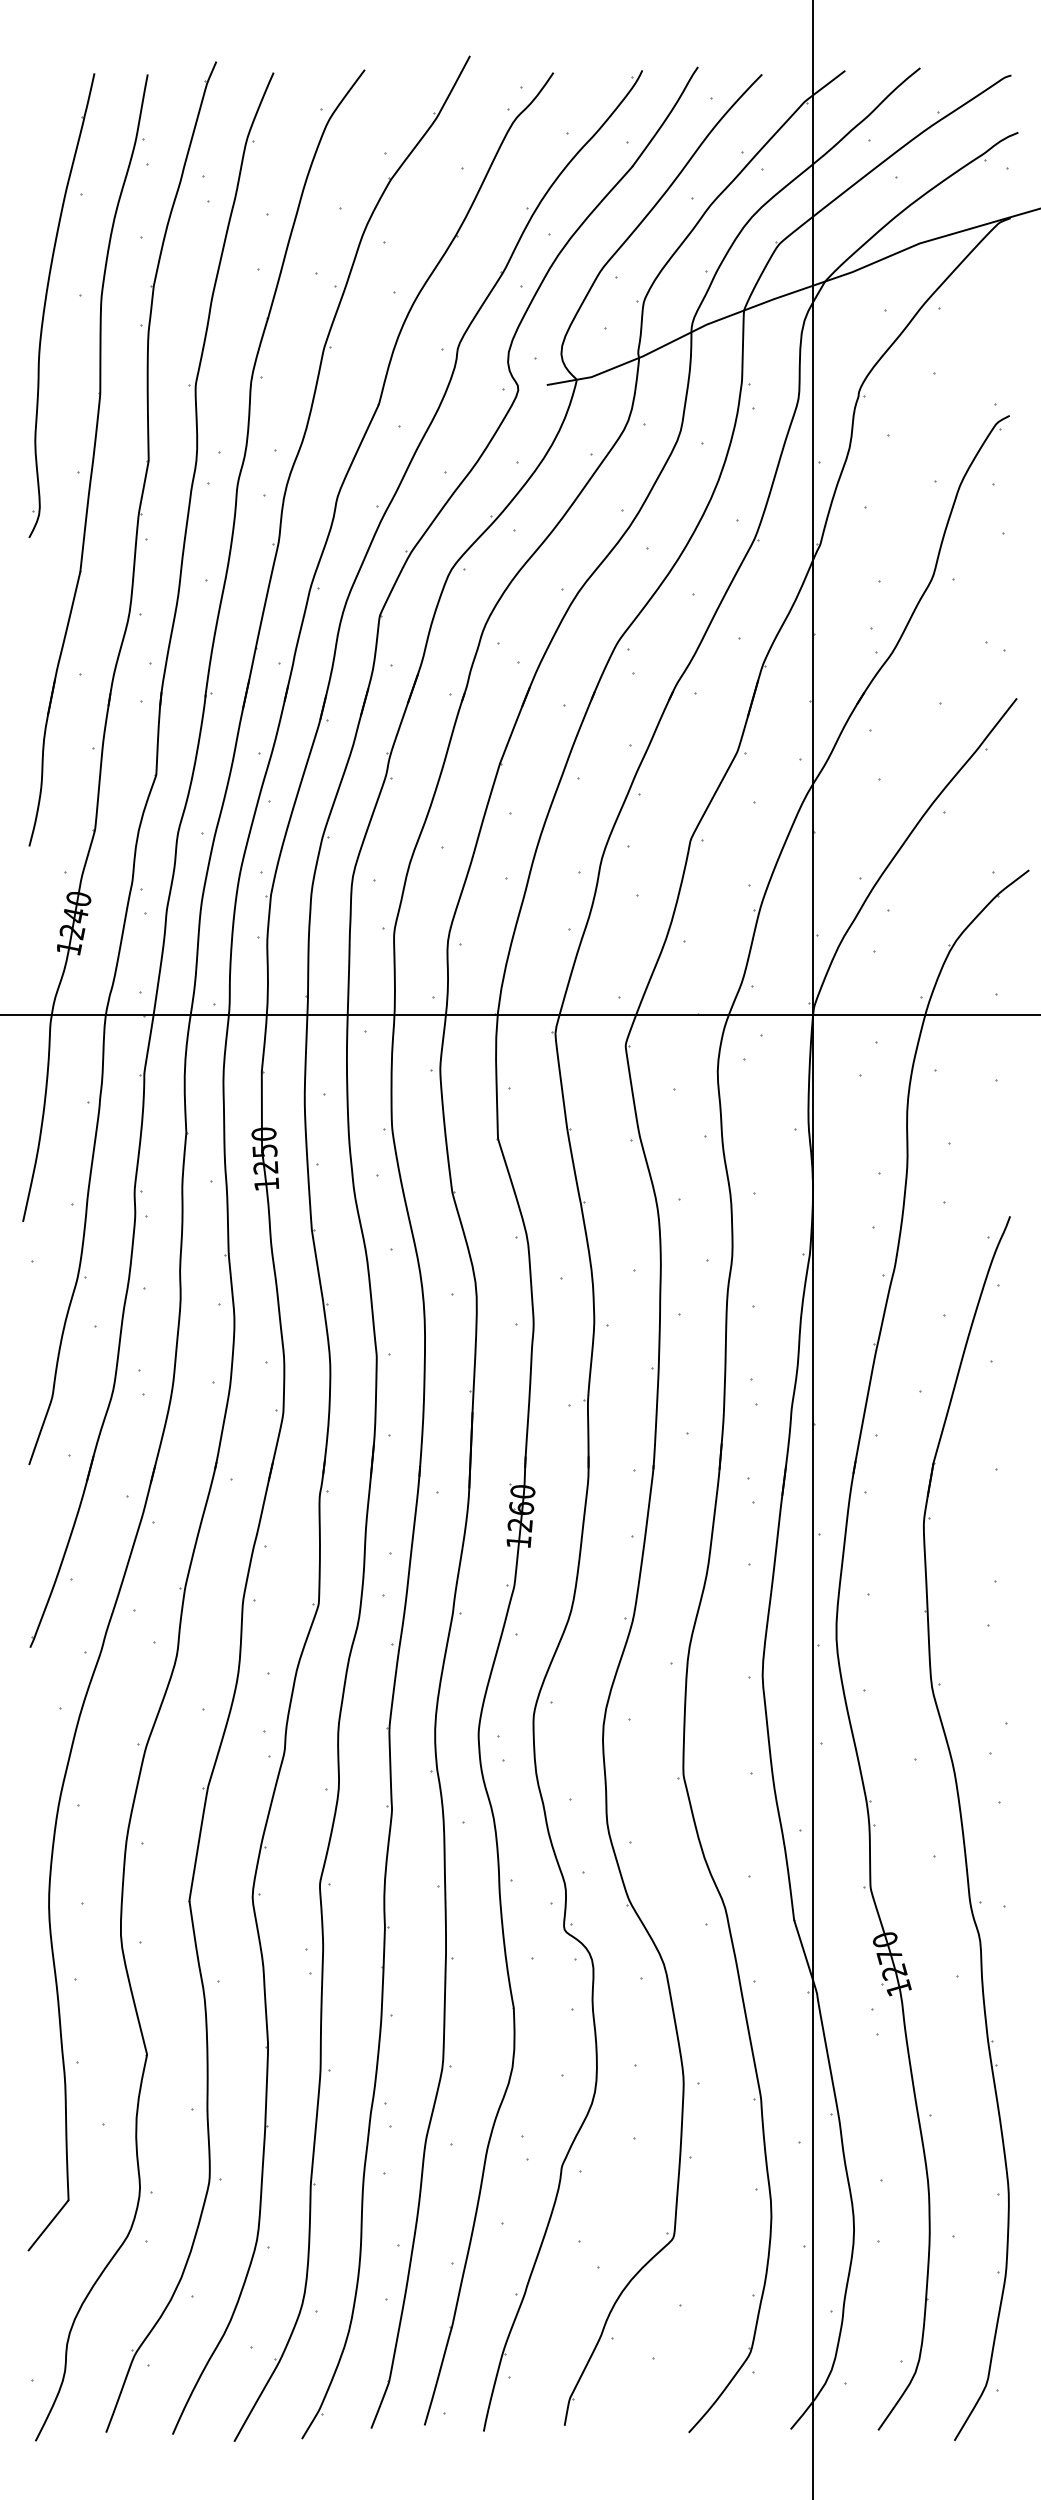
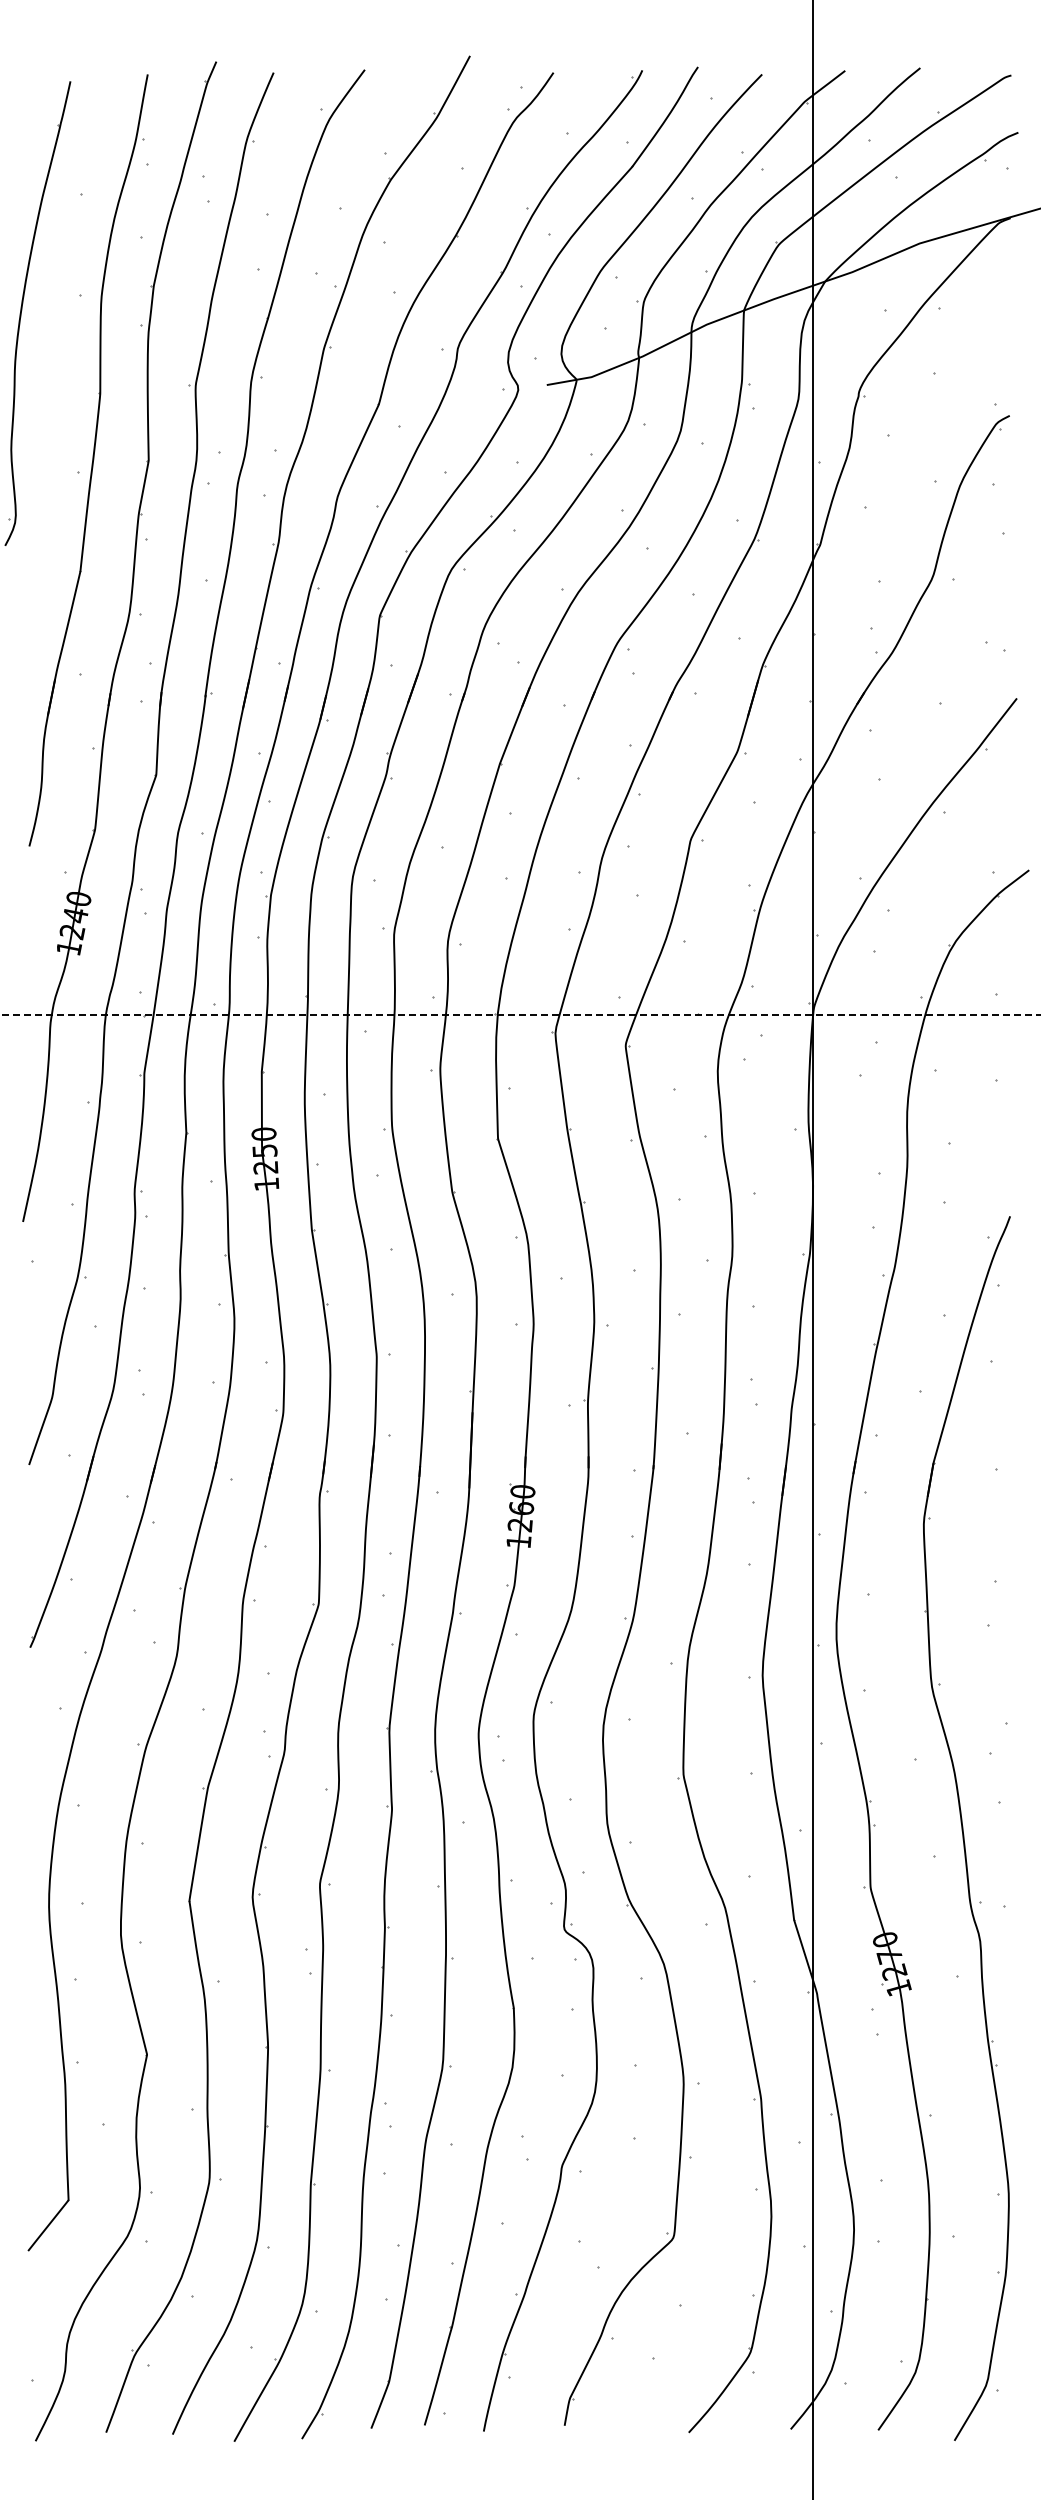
part at (46, 302) position: (46, 302) -> (22, 310)
line at (520, 1014): solid -> dashed
